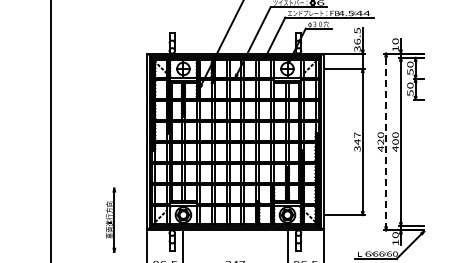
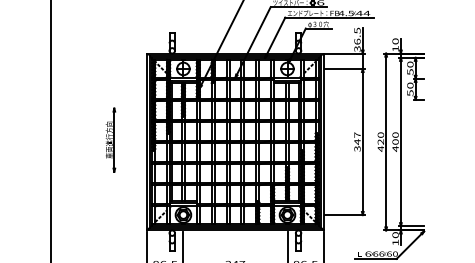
line at (386, 141): dashed -> solid
part at (110, 219) position: (110, 219) -> (110, 139)
